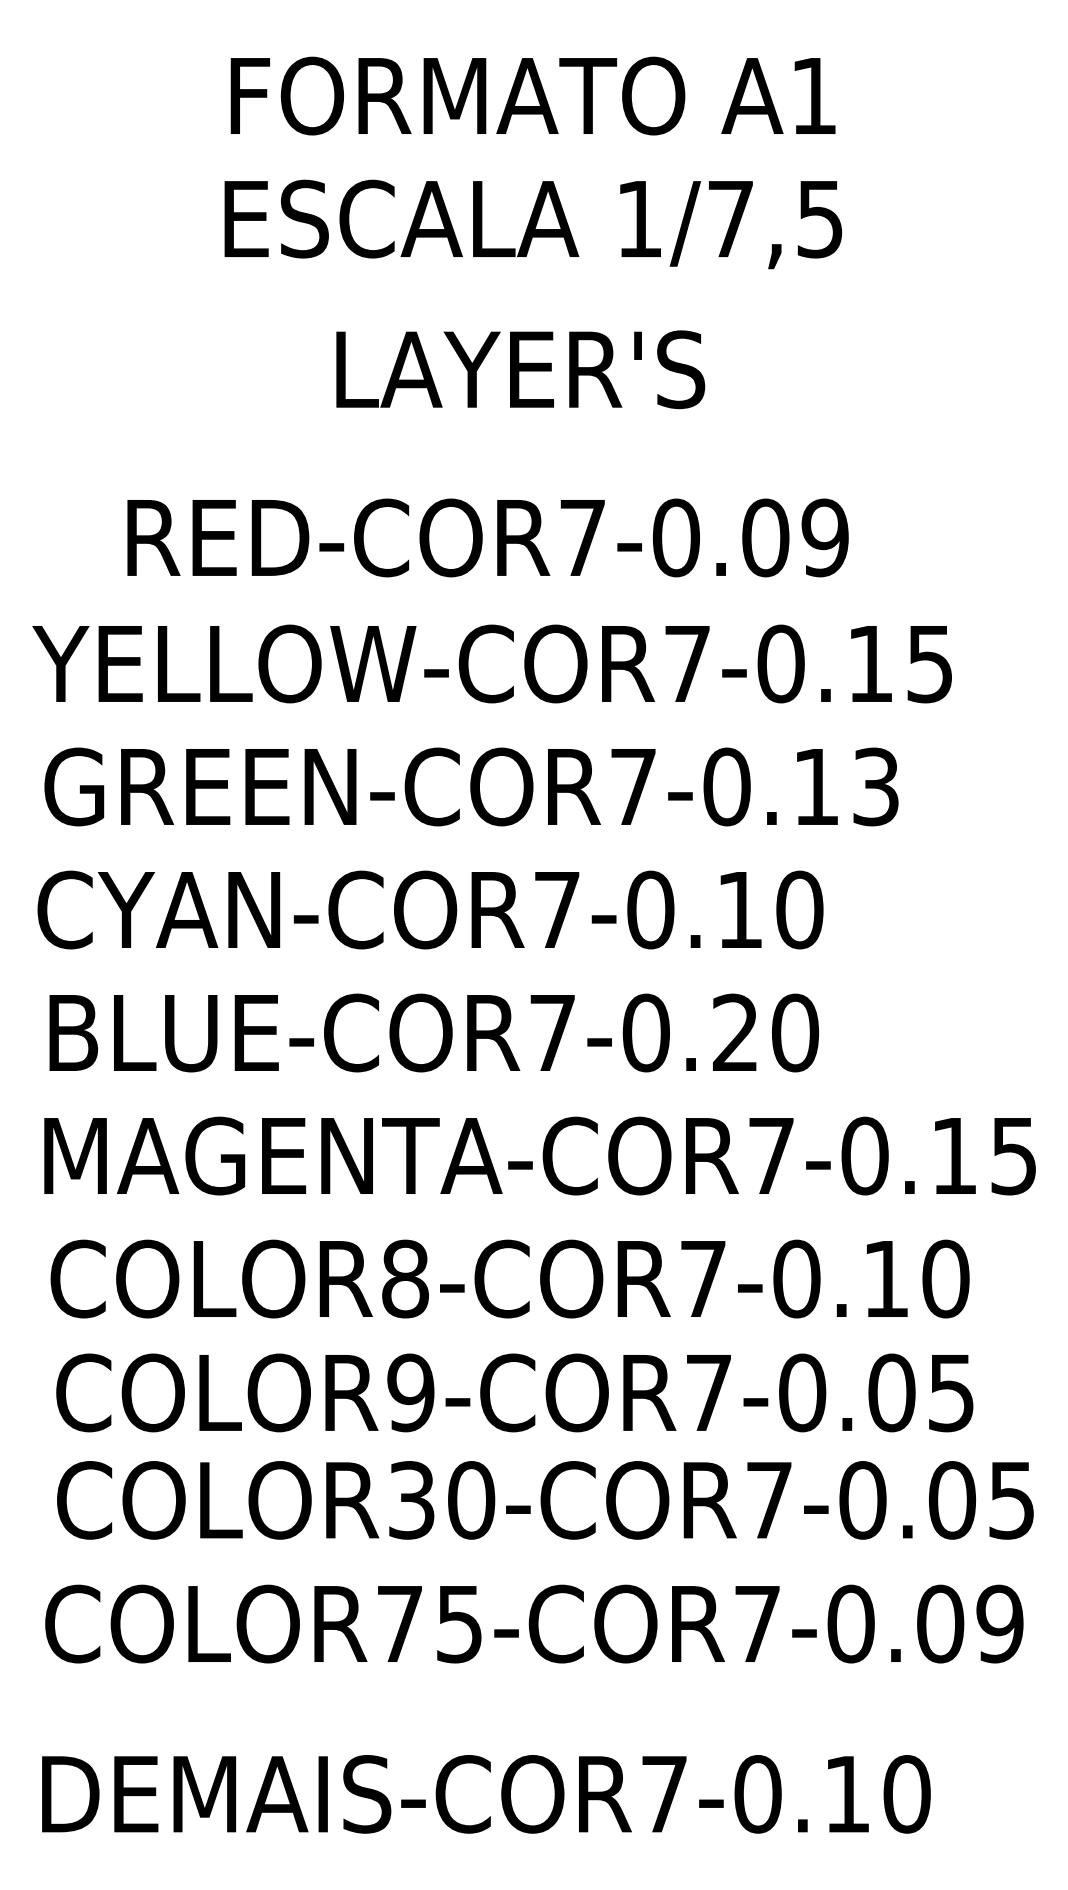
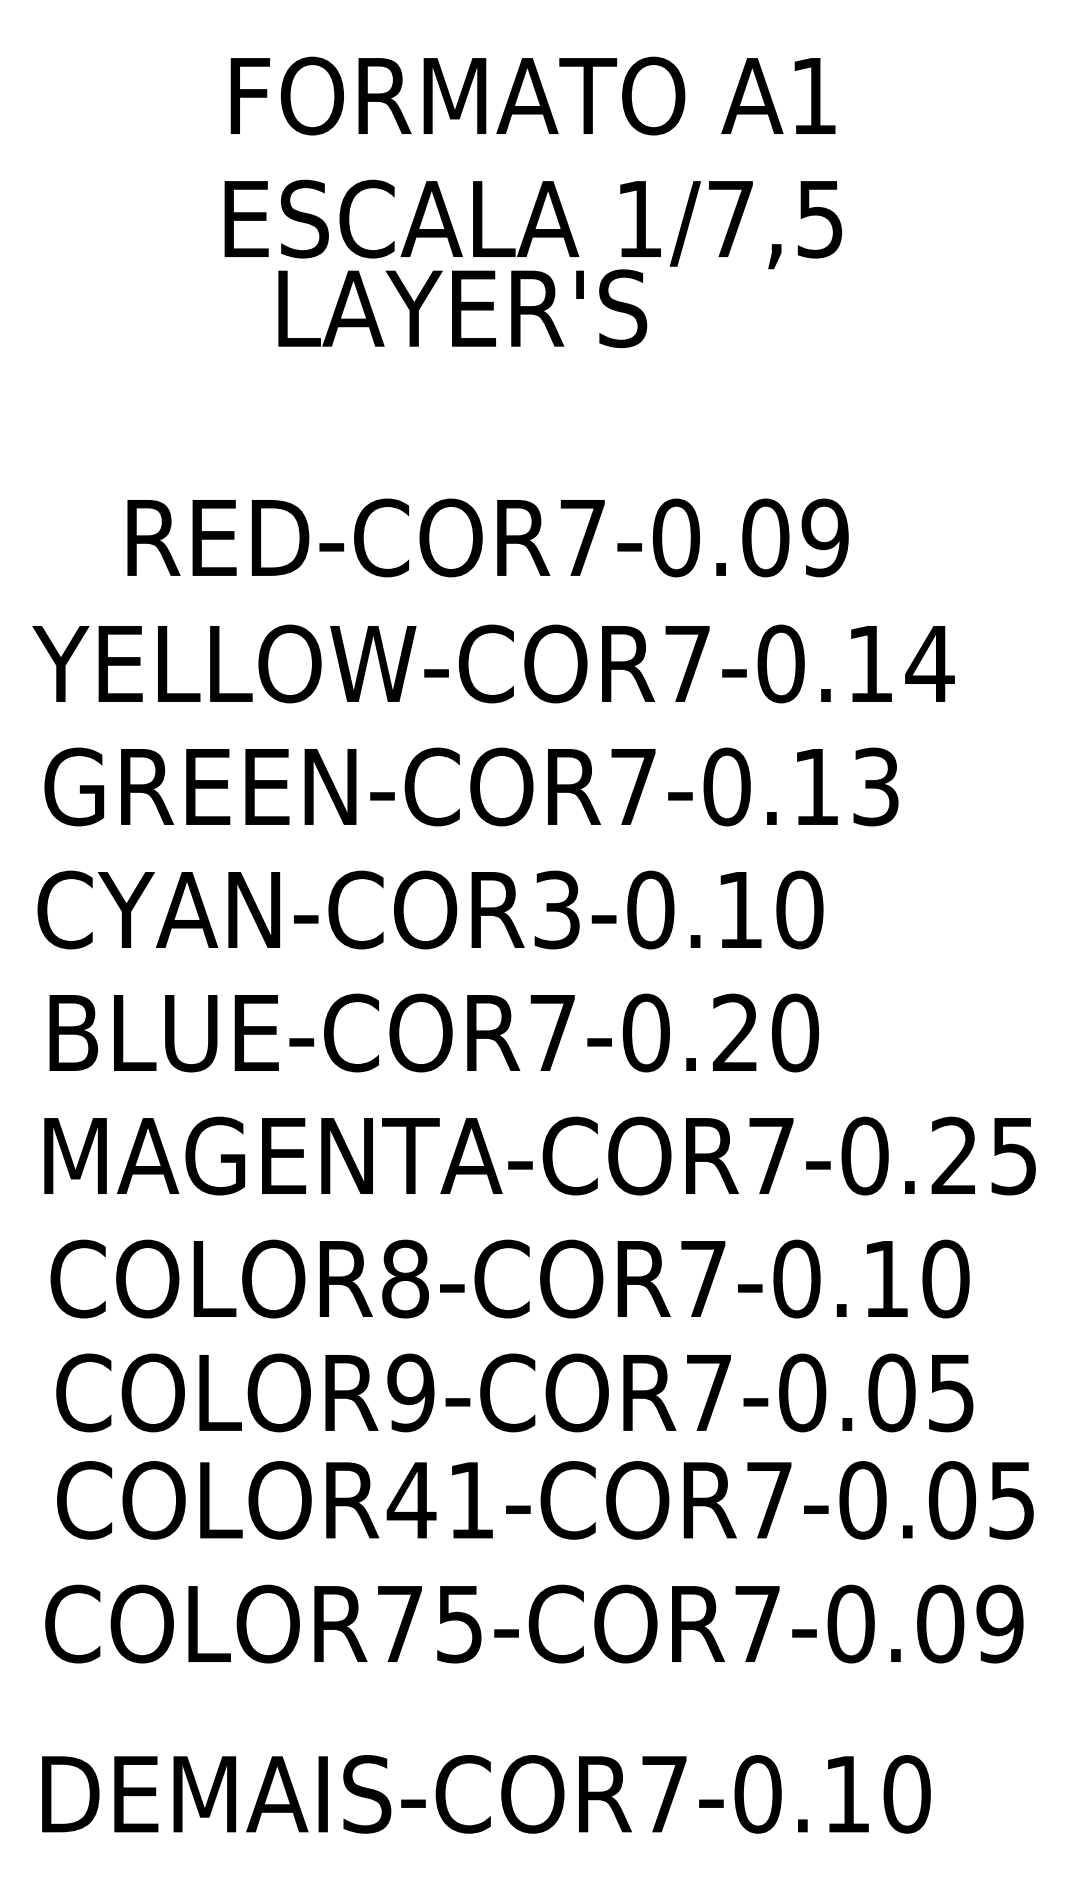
text at (520, 369) position: (520, 369) -> (462, 308)
text at (929, 664): YELLOW-COR7-0.15 -> YELLOW-COR7-0.14
text at (556, 909): CYAN-COR7-0.10 -> CYAN-COR3-0.10
text at (953, 1154): MAGENTA-COR7-0.15 -> MAGENTA-COR7-0.25
text at (440, 1500): COLOR30-COR7-0.05 -> COLOR41-COR7-0.05
